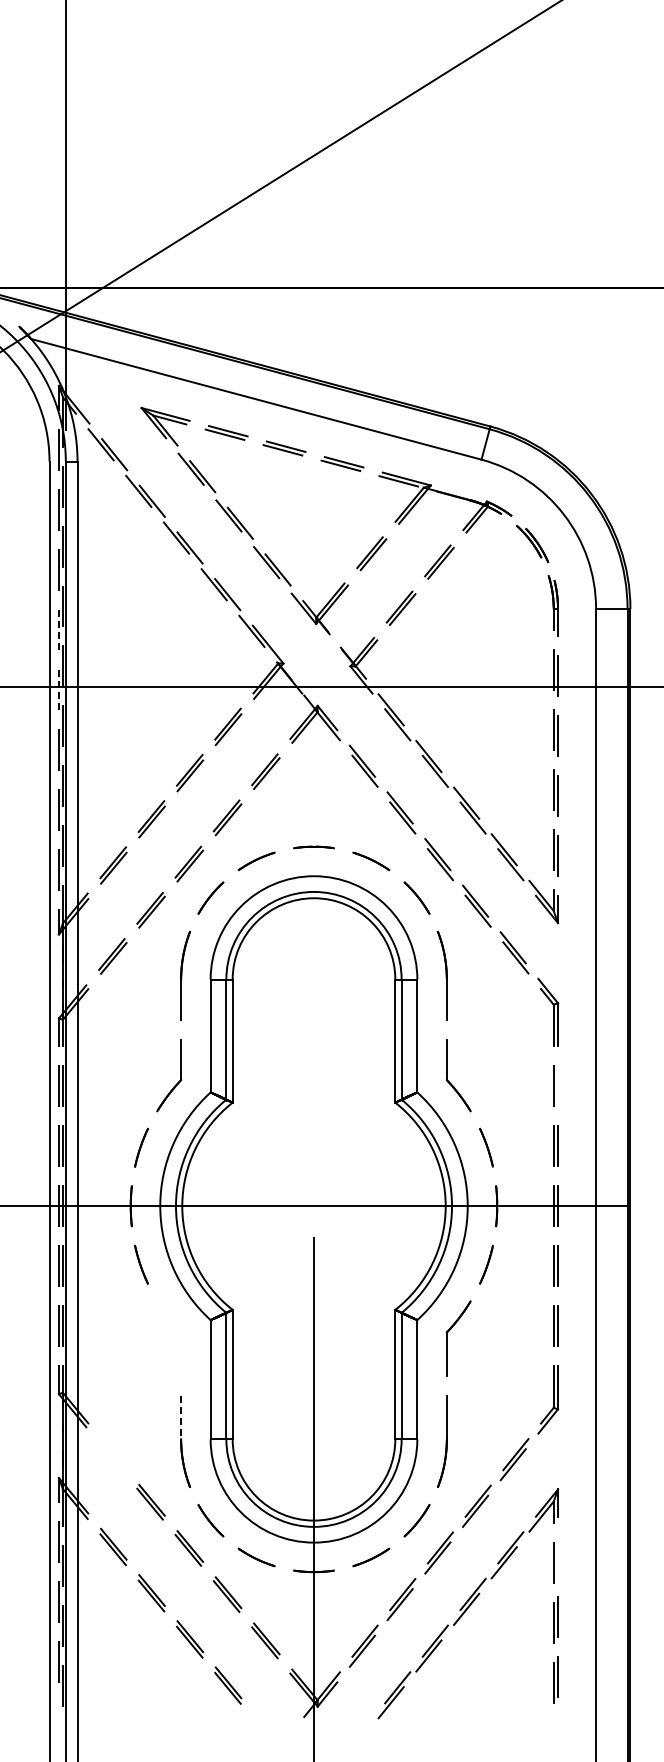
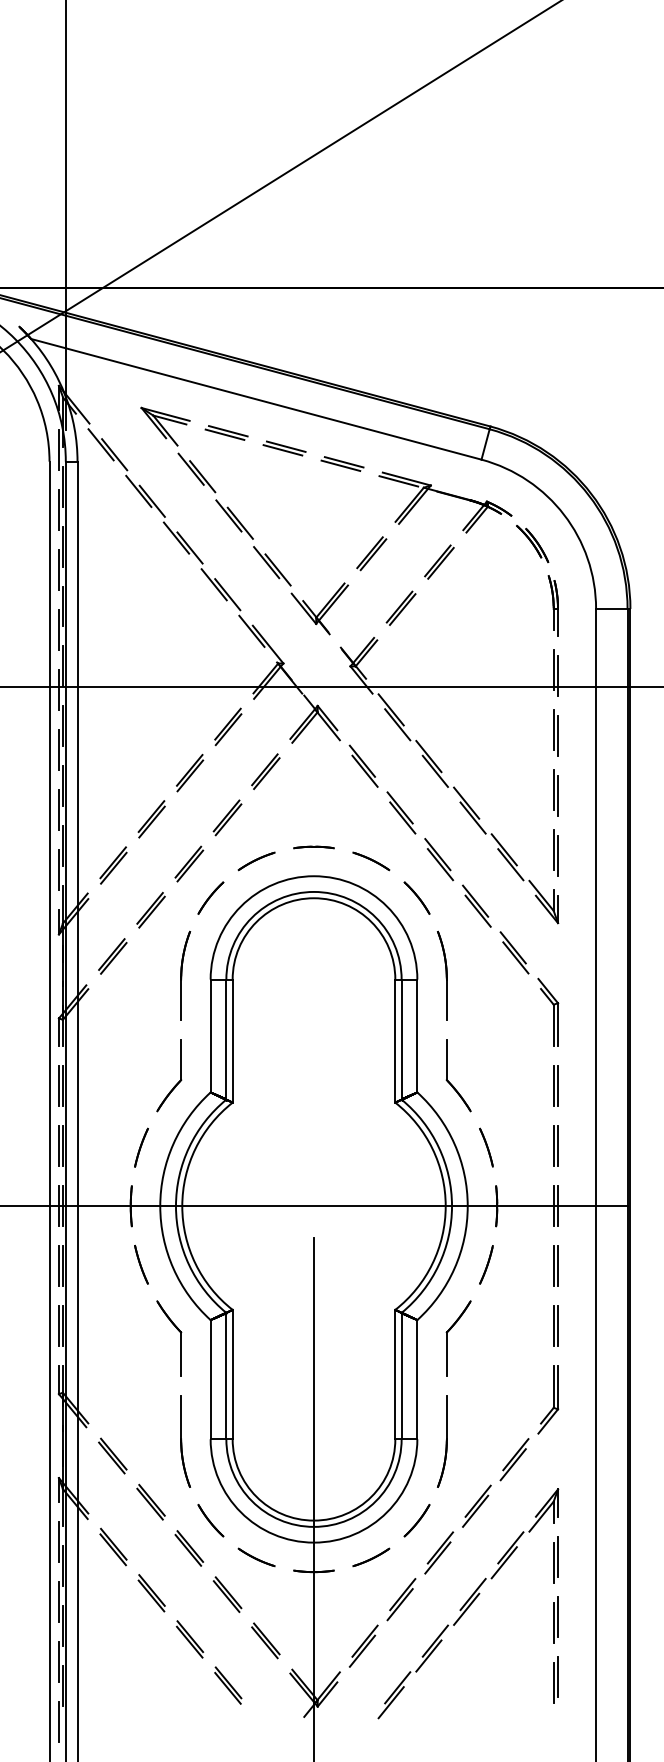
line at (58, 630): dashed -> solid
line at (58, 690): dashed -> solid
line at (558, 1086): none -> present
part at (180, 1338): none -> present
line at (181, 1417): dashed -> solid
part at (112, 1455): none -> present
line at (558, 1556): none -> present
line at (58, 1722): none -> present
